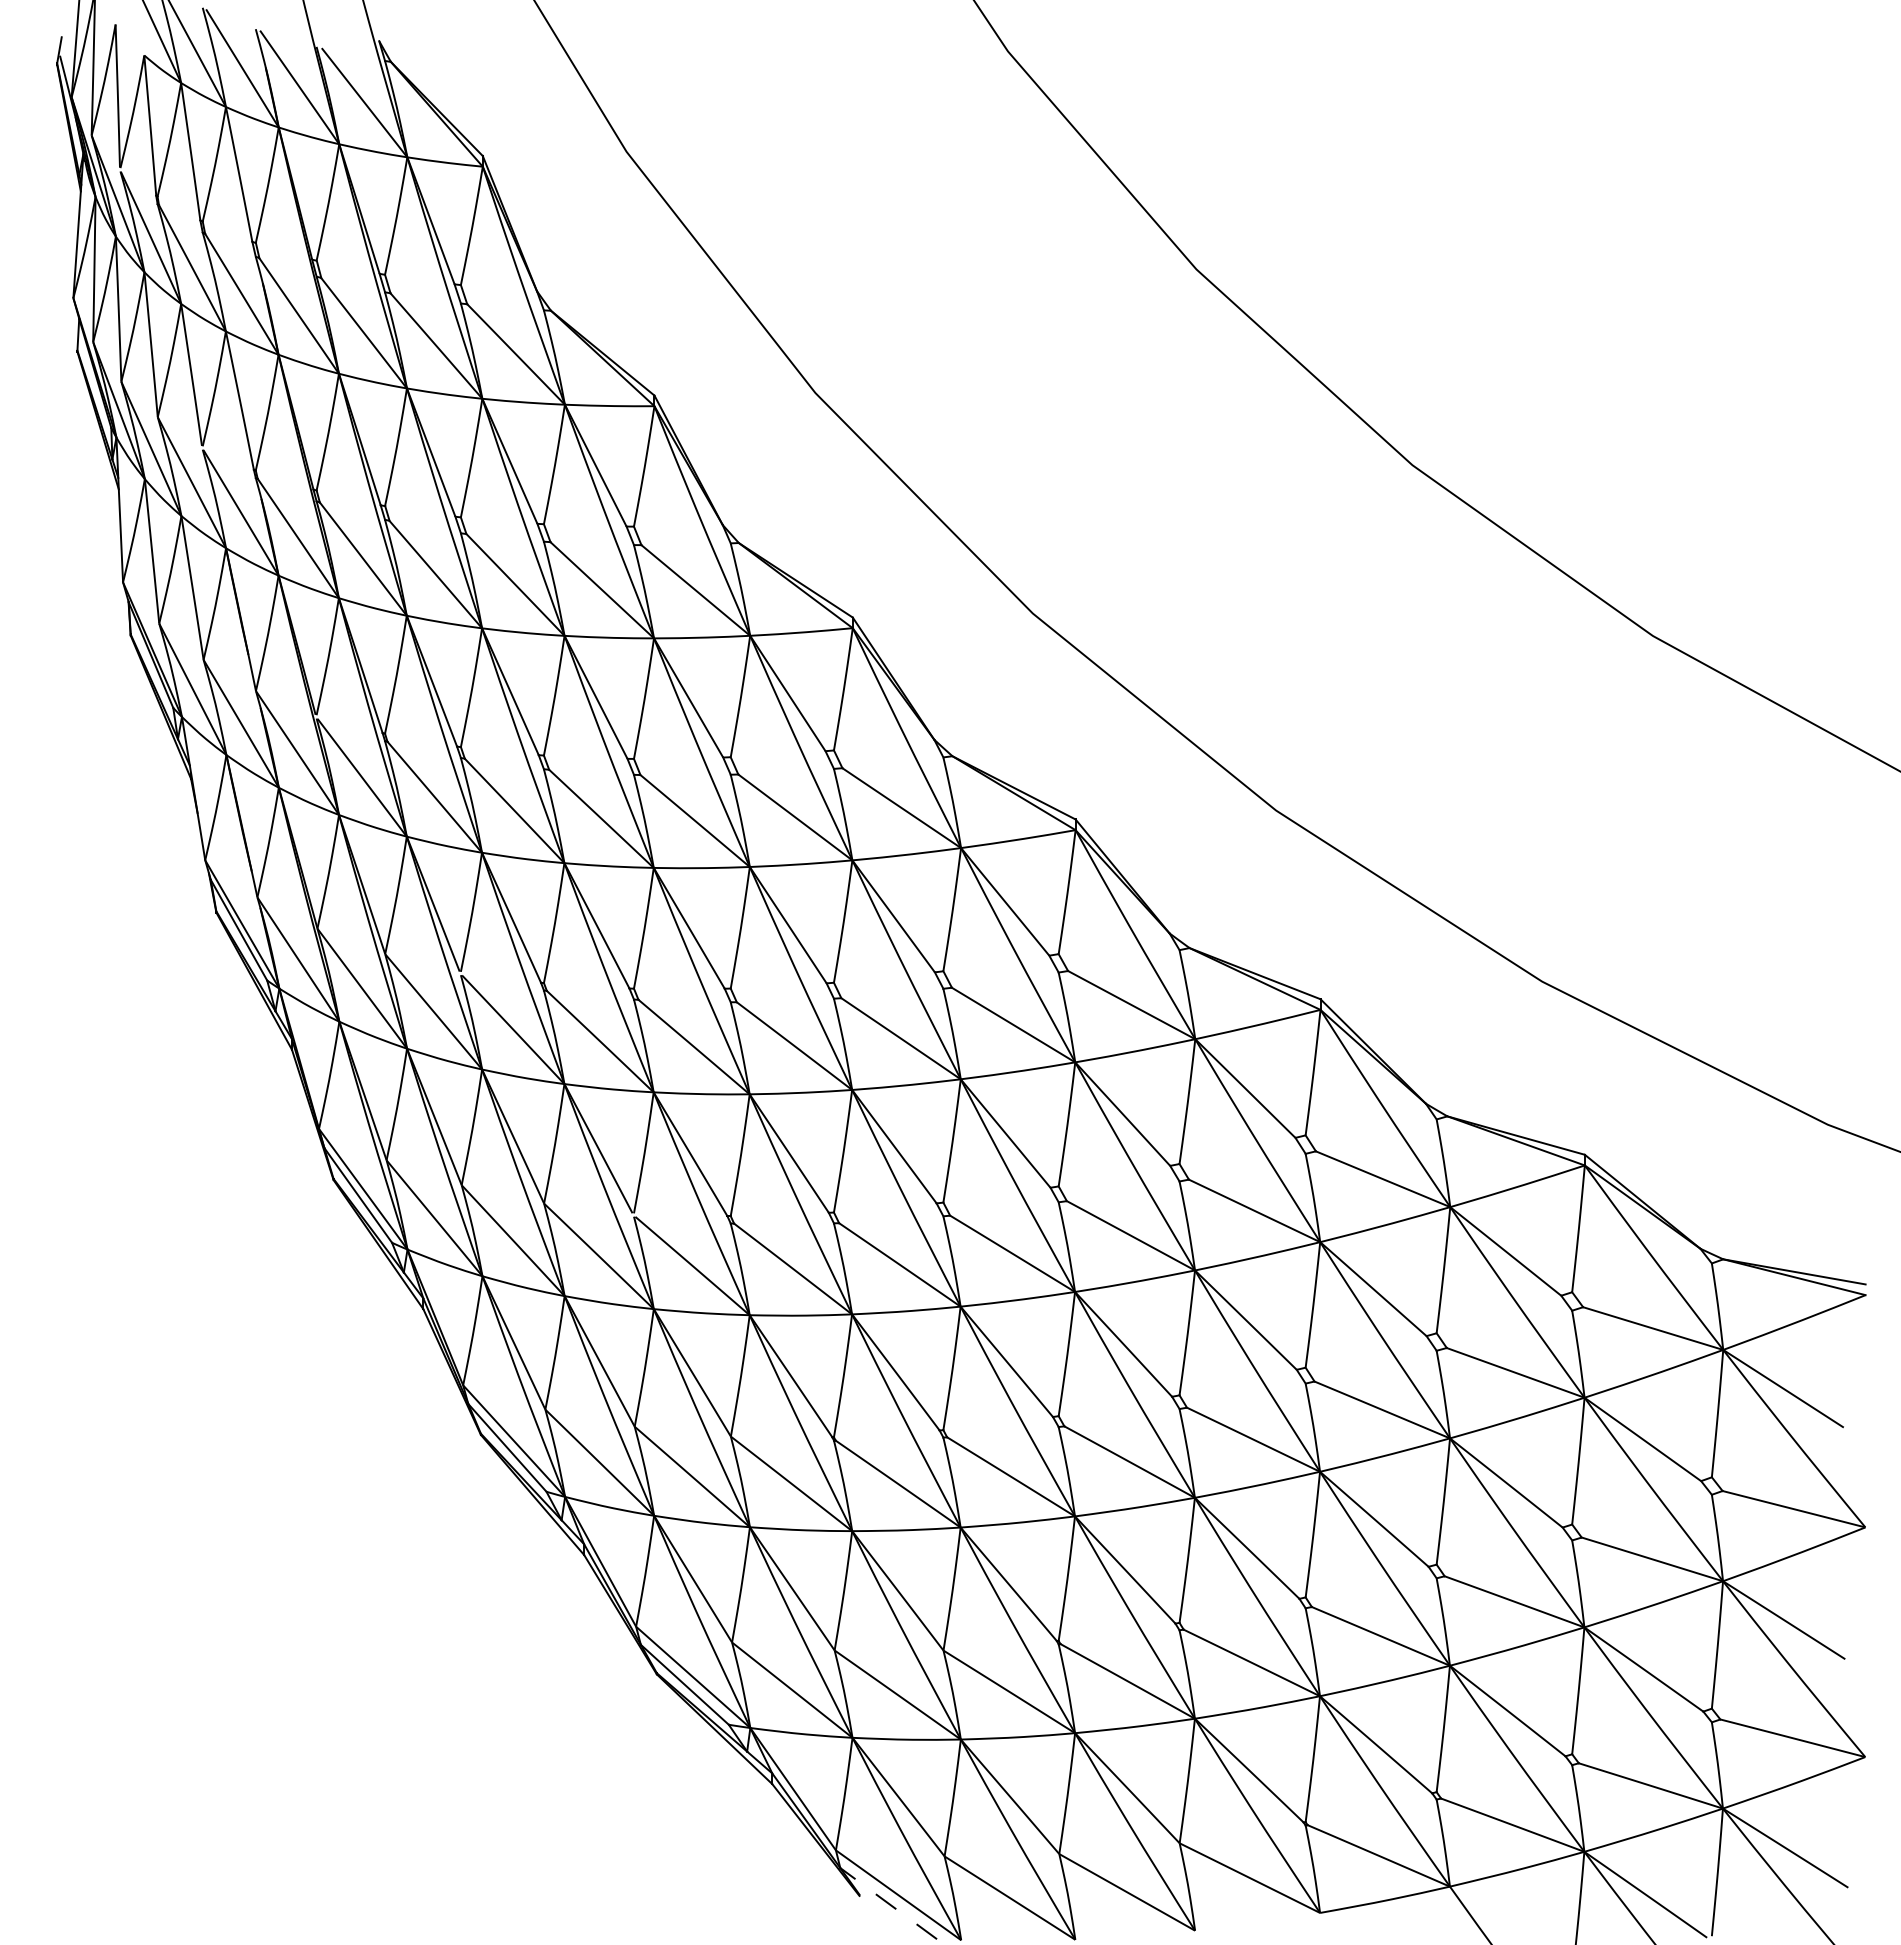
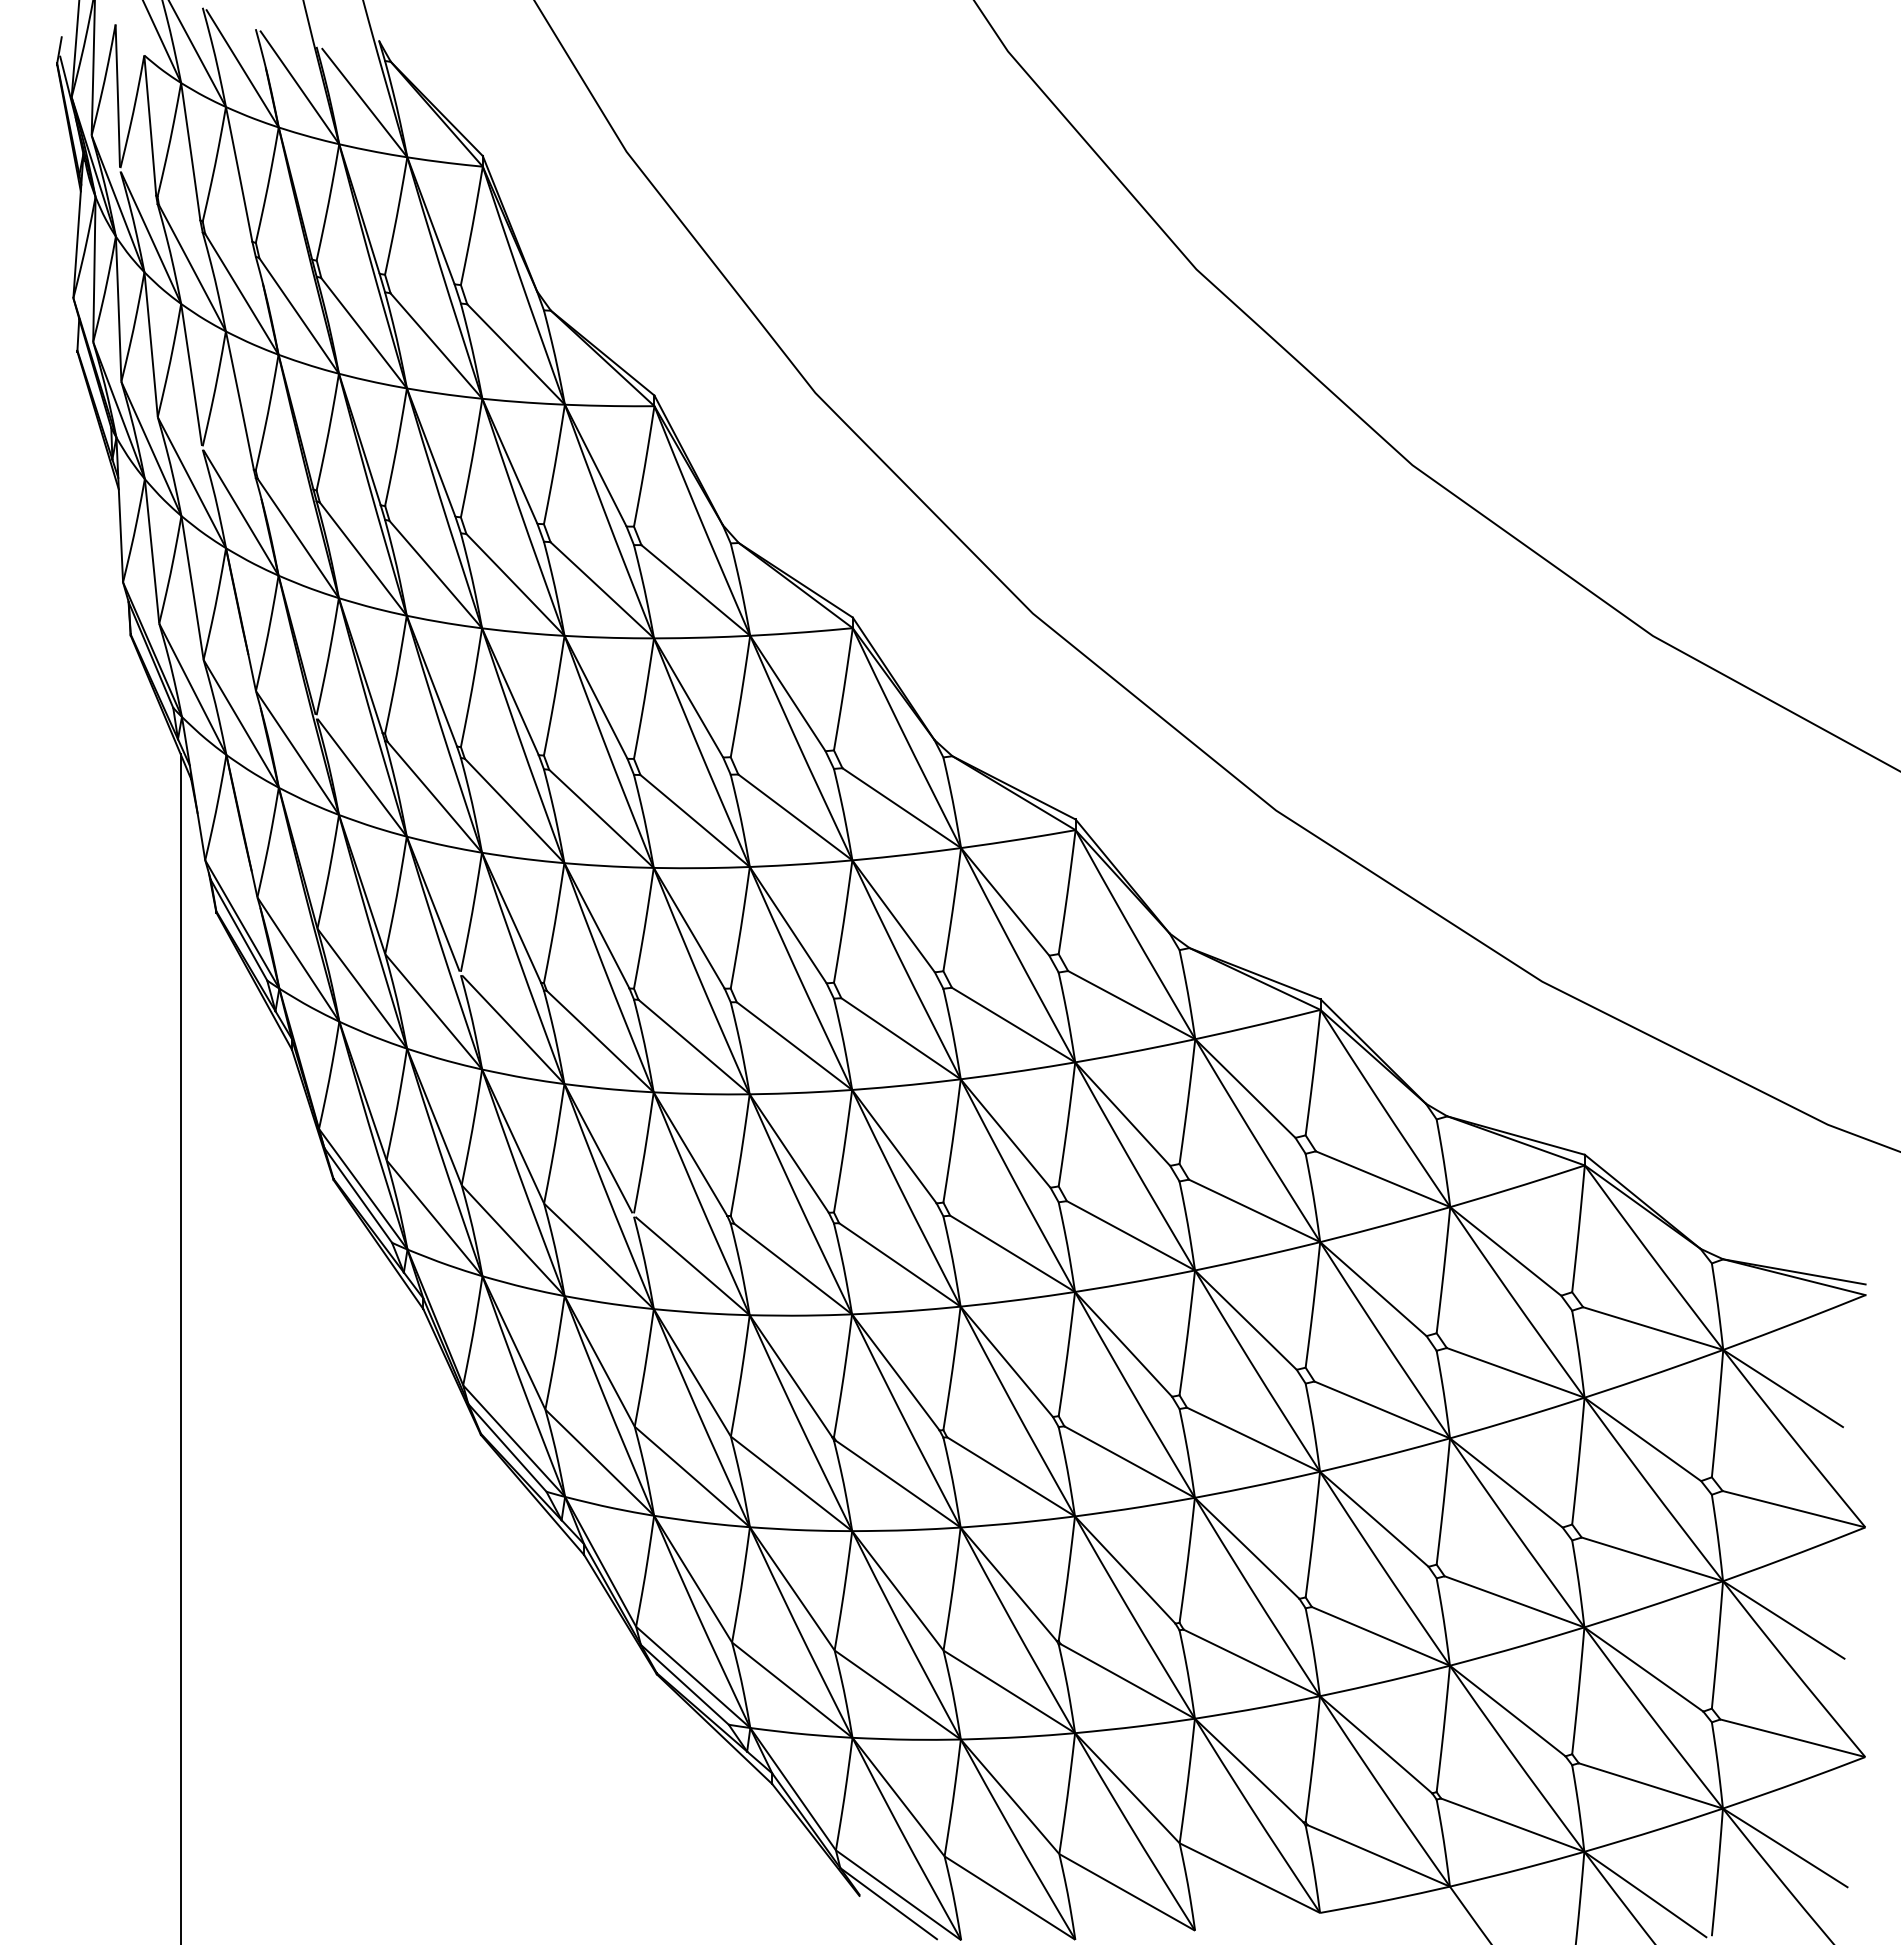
line at (180, 1347): none -> present
line at (888, 1903): dashed -> solid
